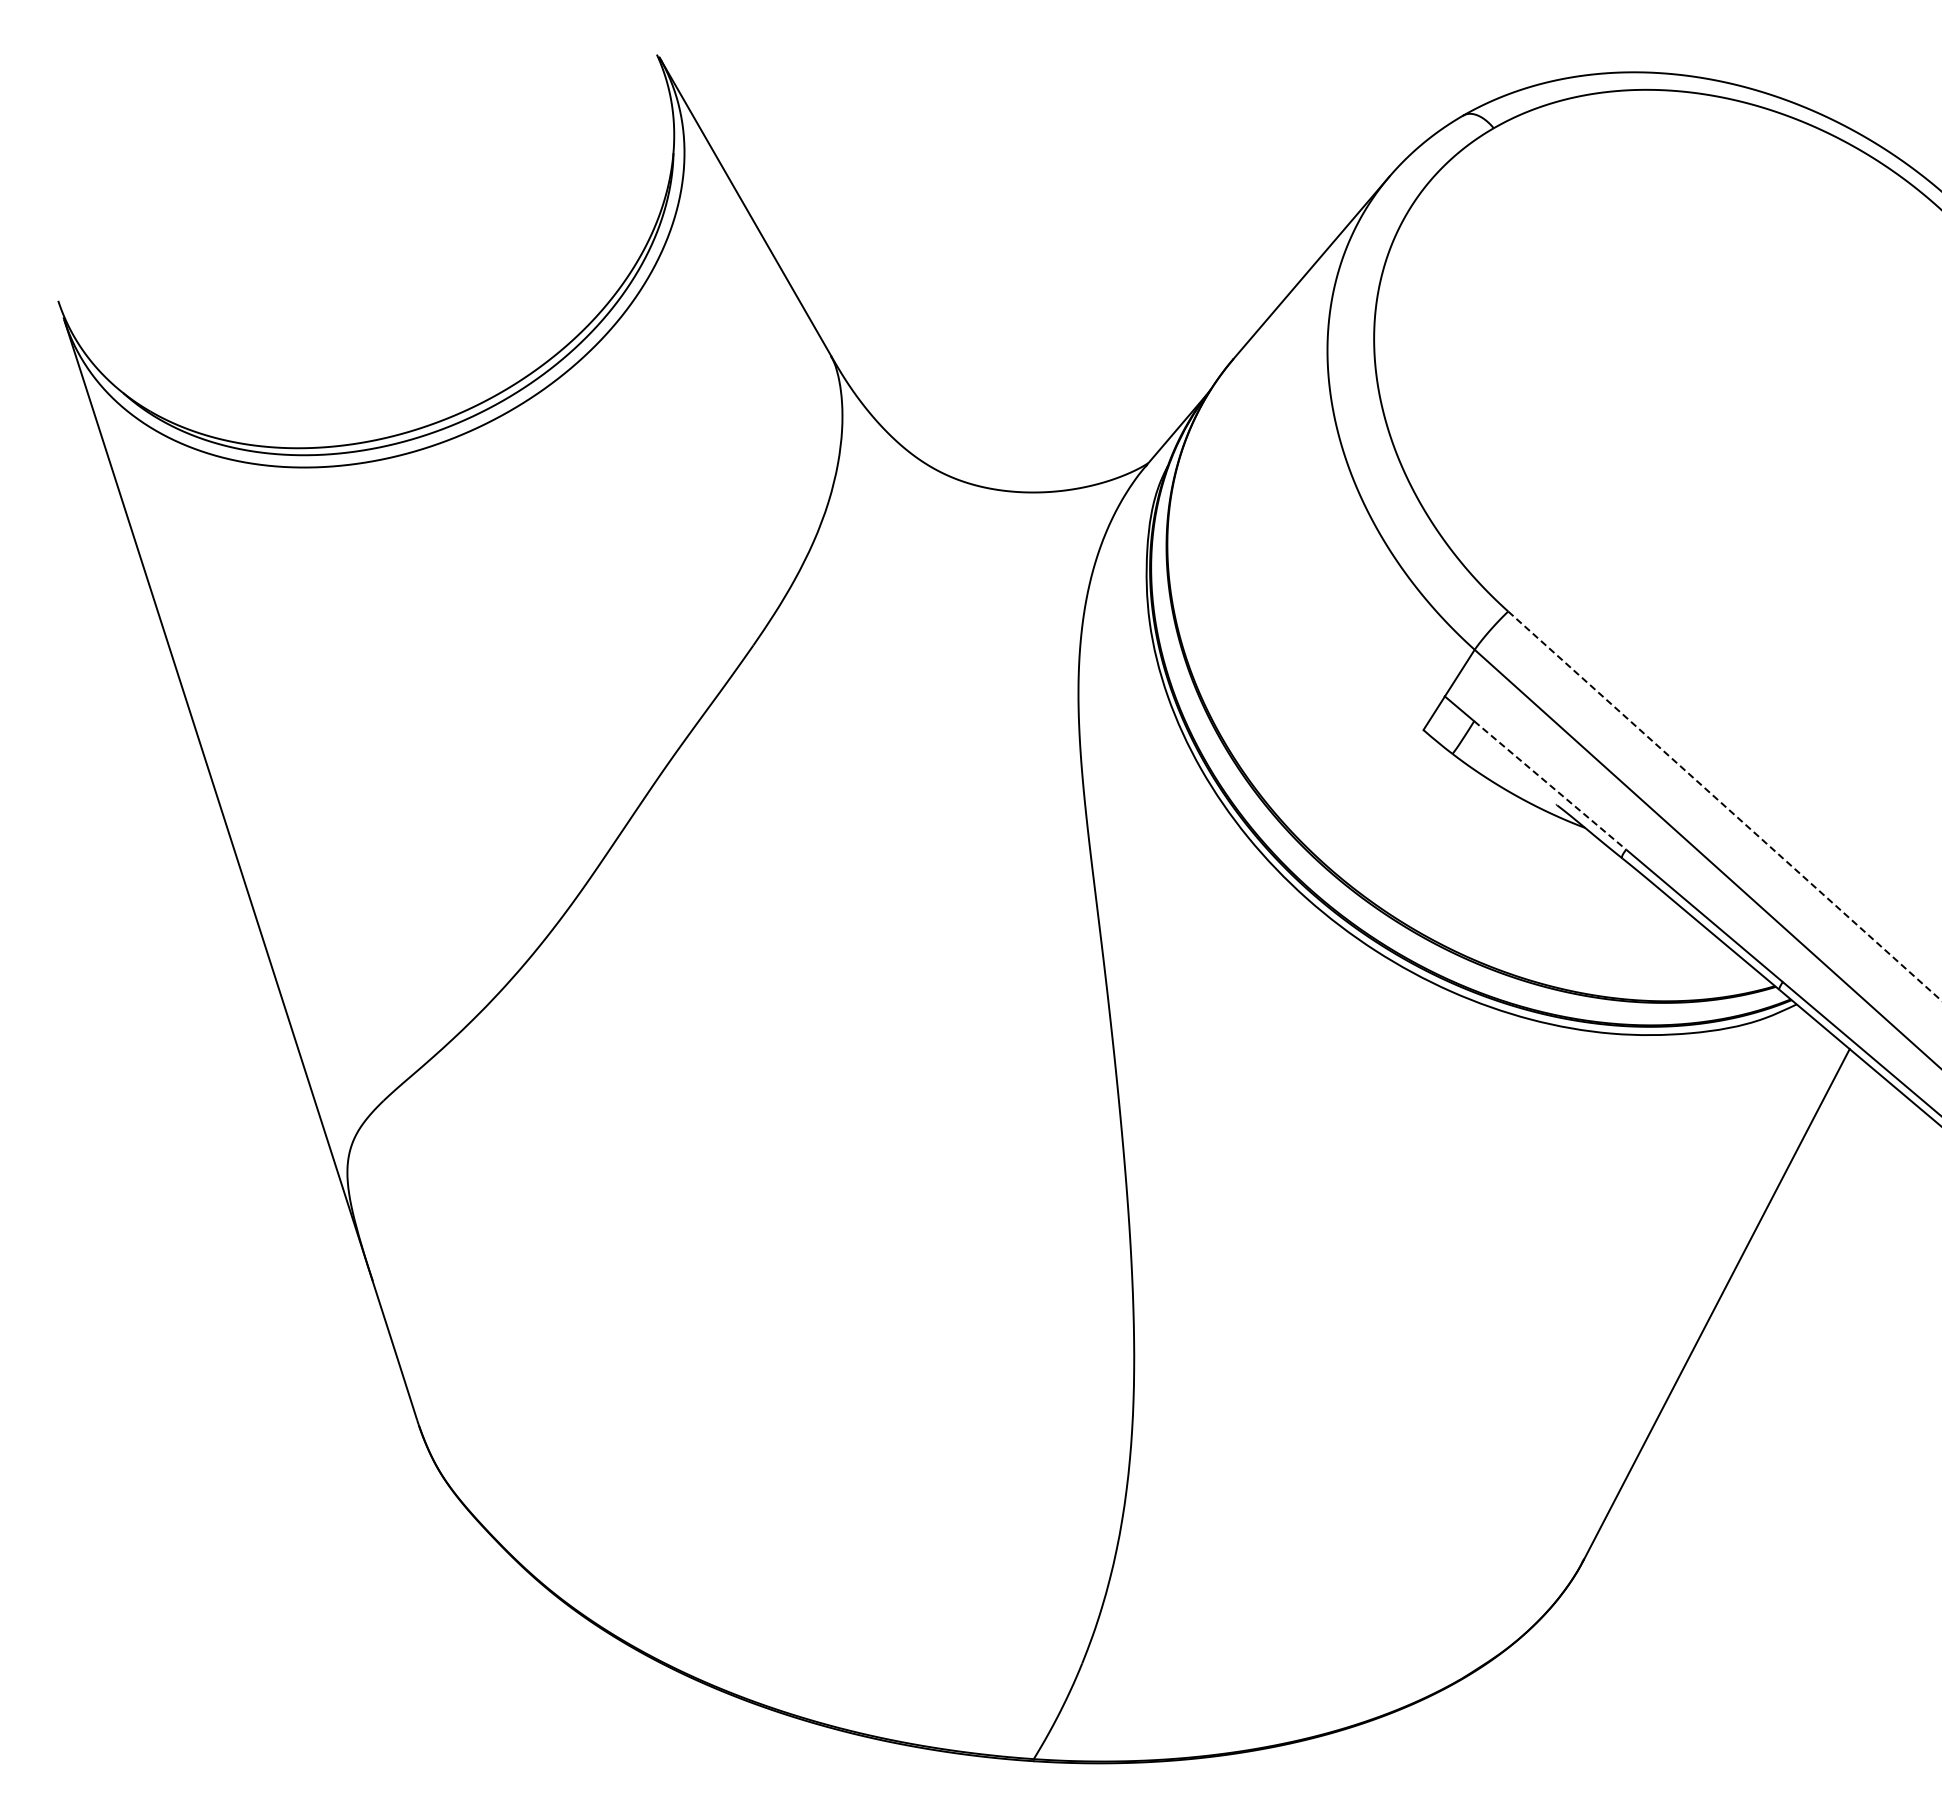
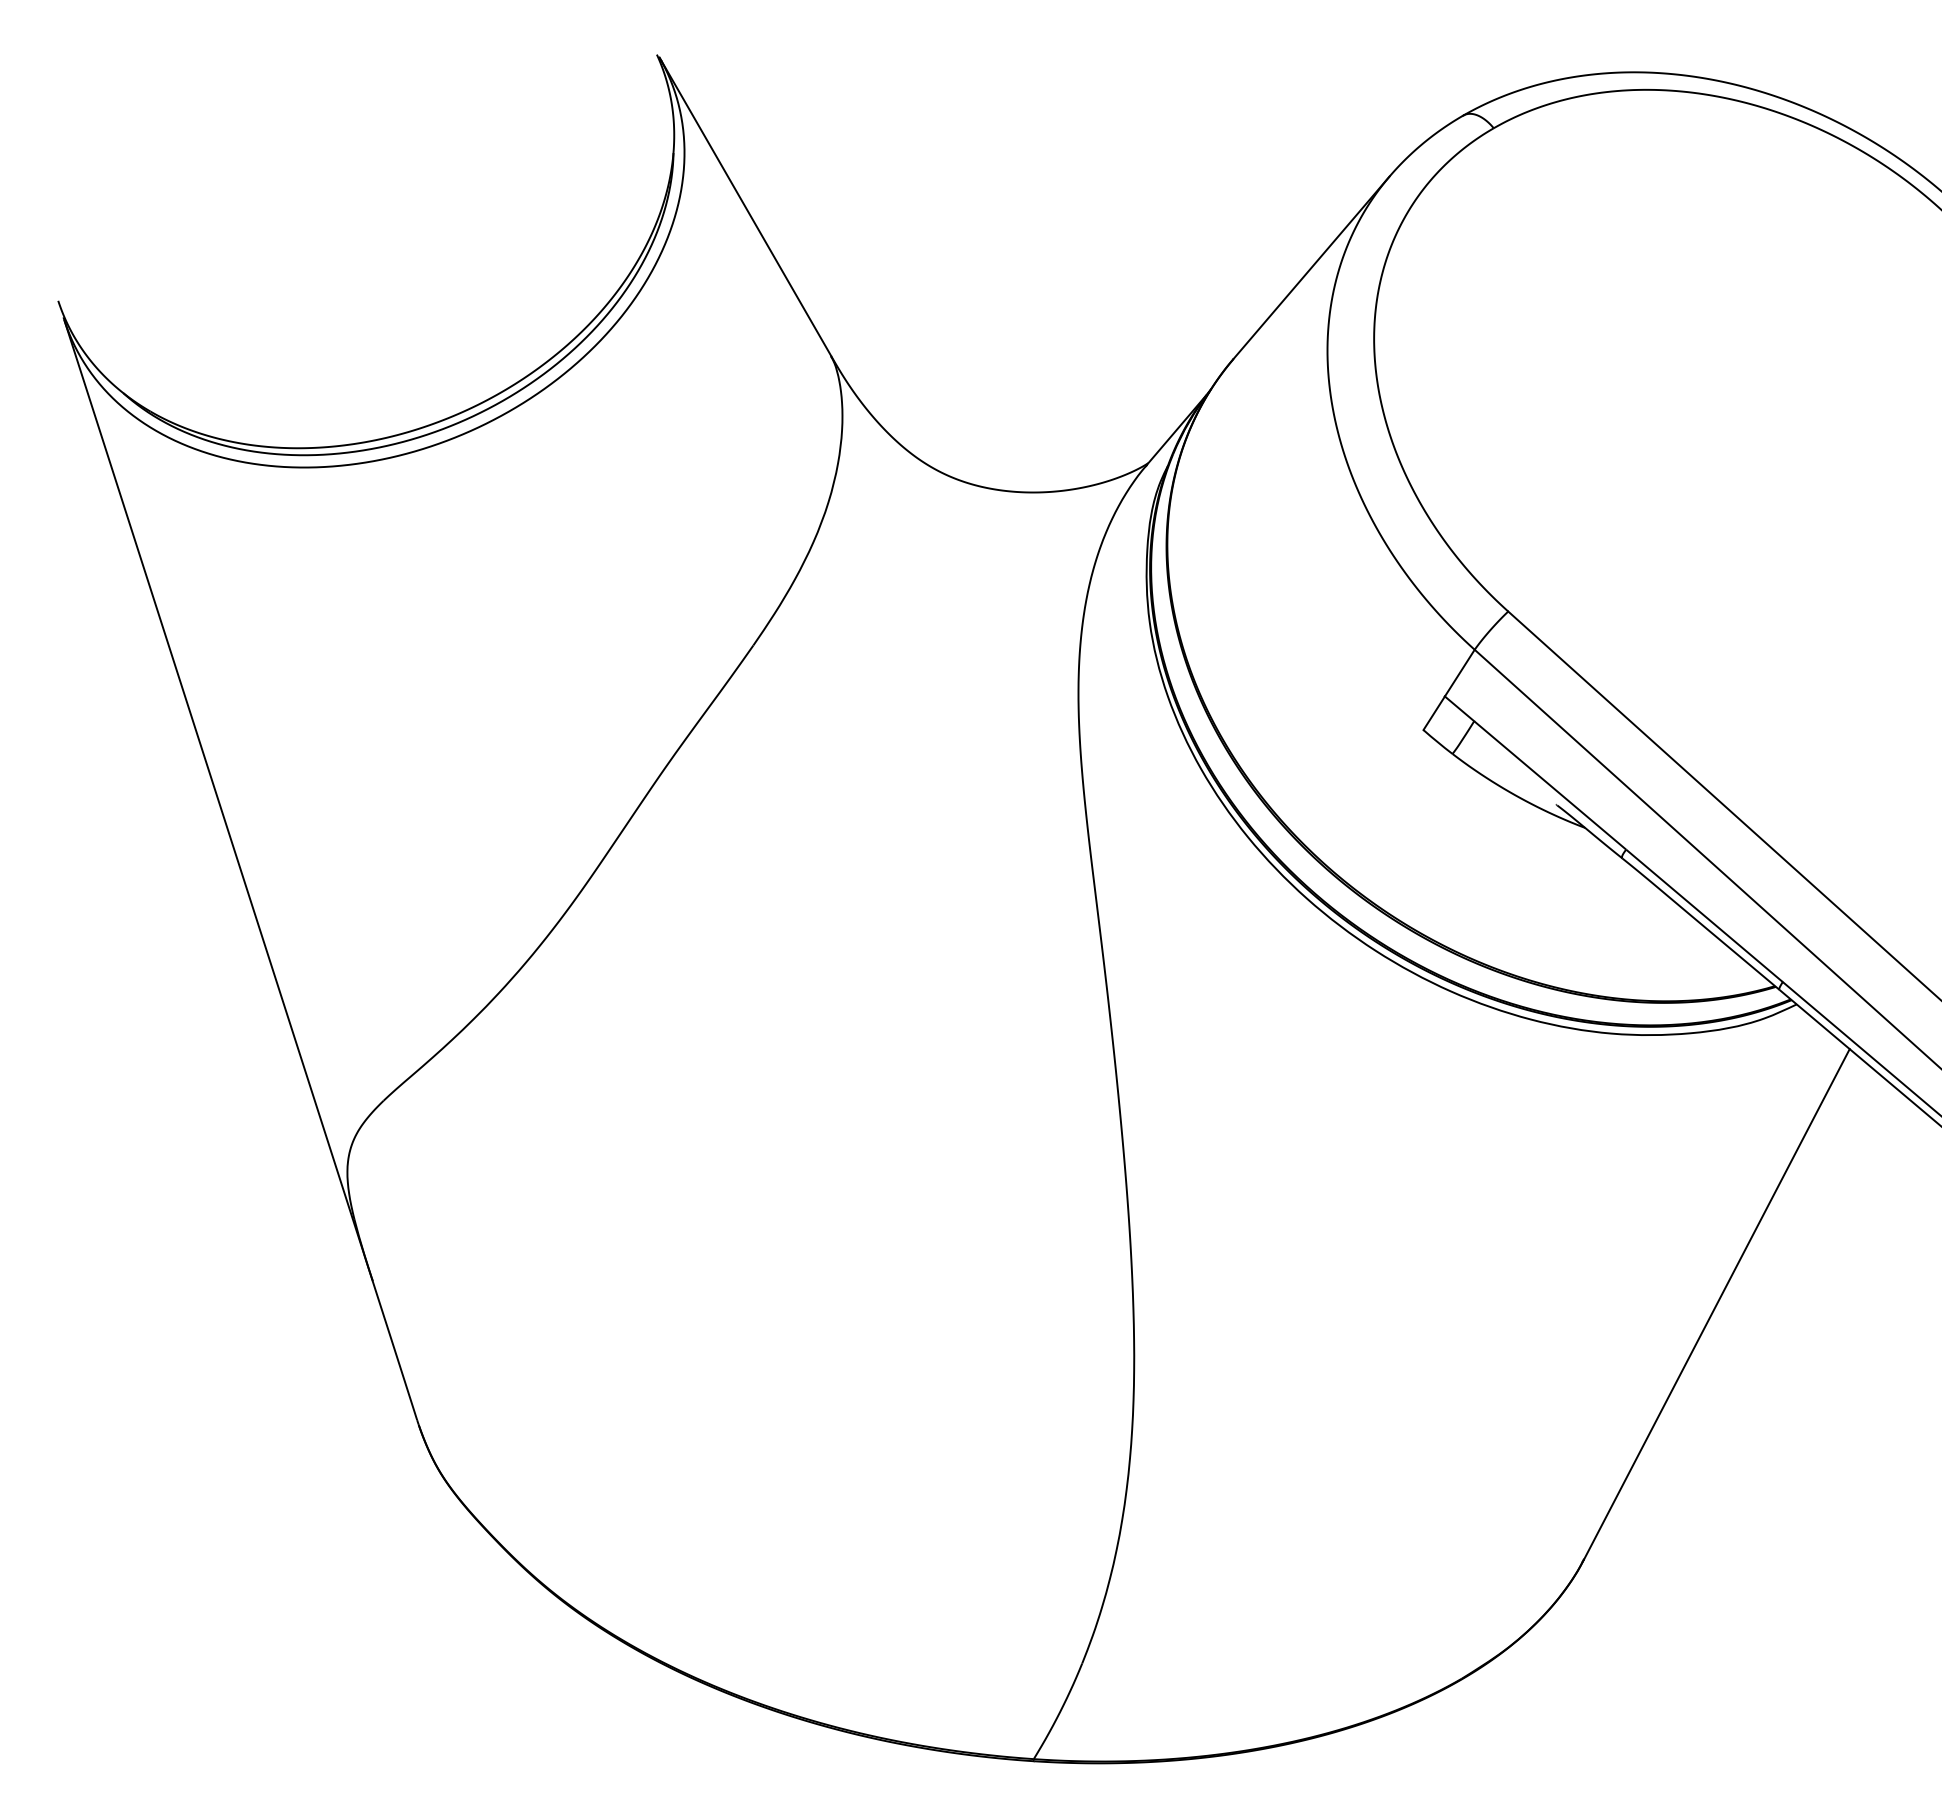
line at (1550, 785): dashed -> solid
line at (1725, 806): dashed -> solid
